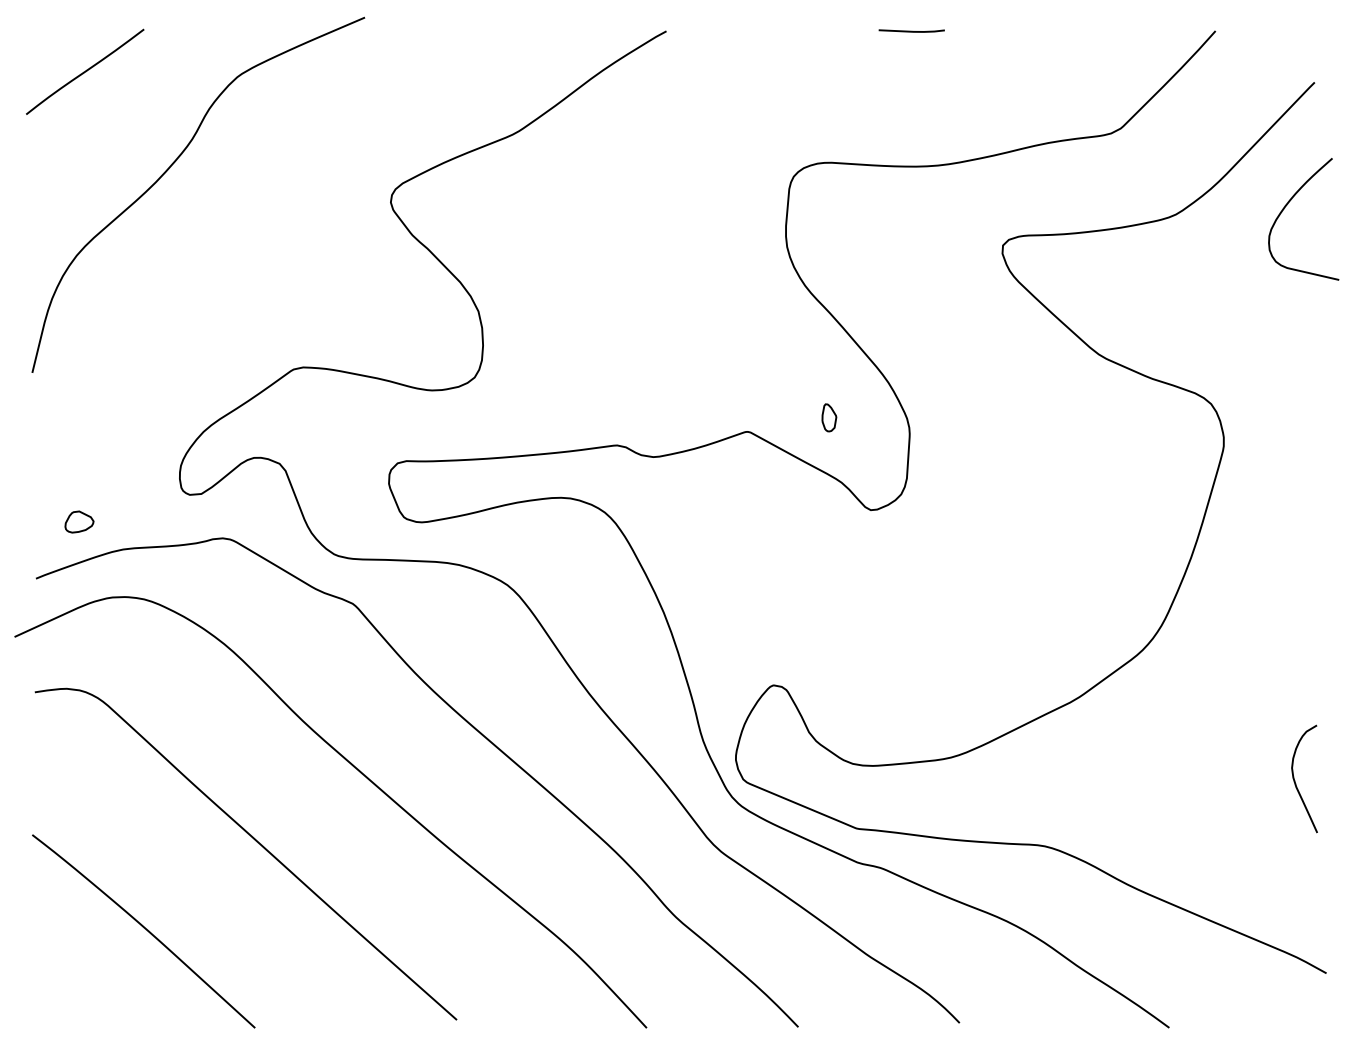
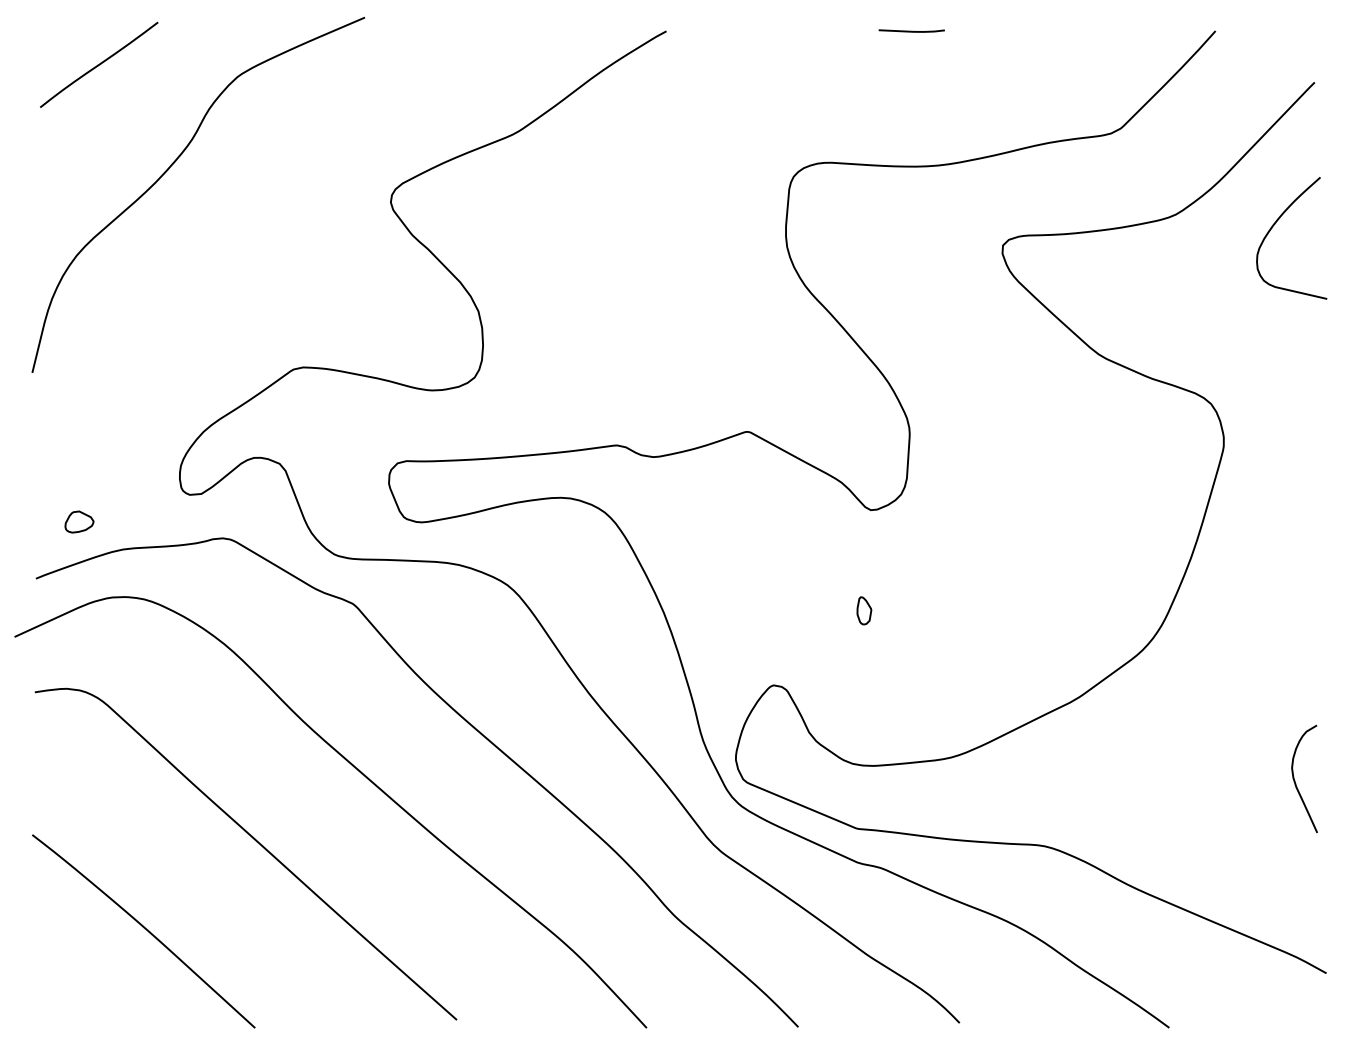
curve at (85, 71) position: (85, 71) -> (99, 64)
curve at (1287, 205) position: (1287, 205) -> (1275, 224)
part at (829, 417) position: (829, 417) -> (864, 610)
